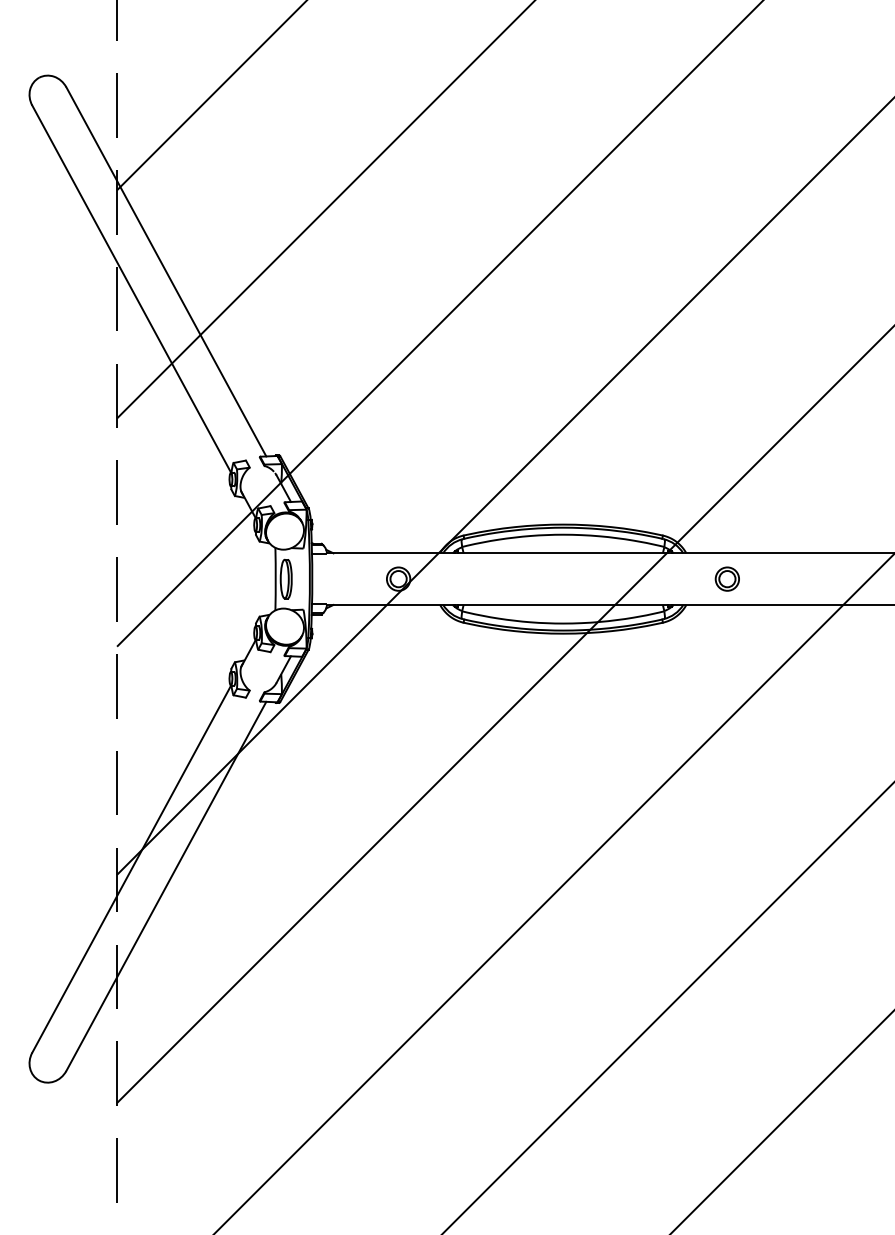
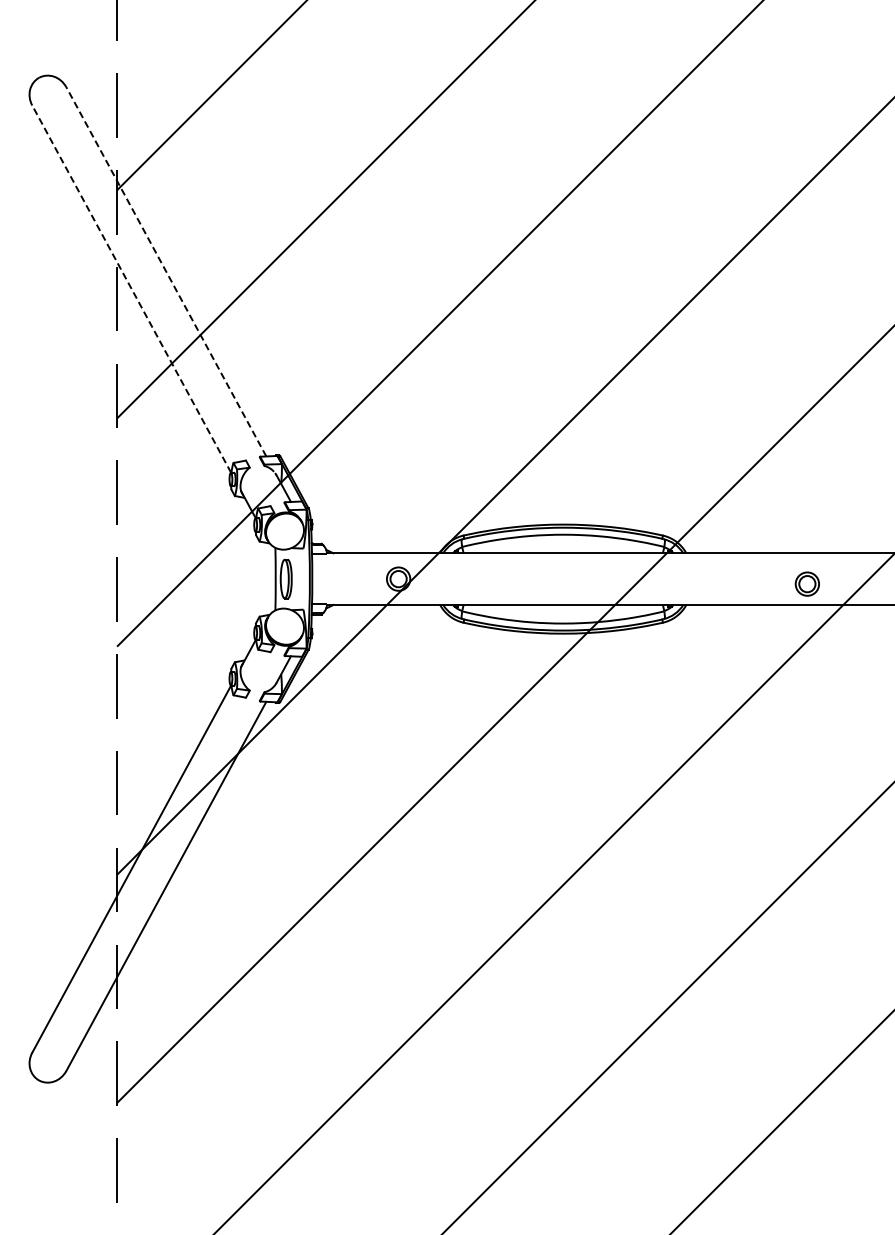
line at (166, 271): solid -> dashed
line at (131, 289): solid -> dashed
part at (726, 578) position: (726, 578) -> (806, 583)
